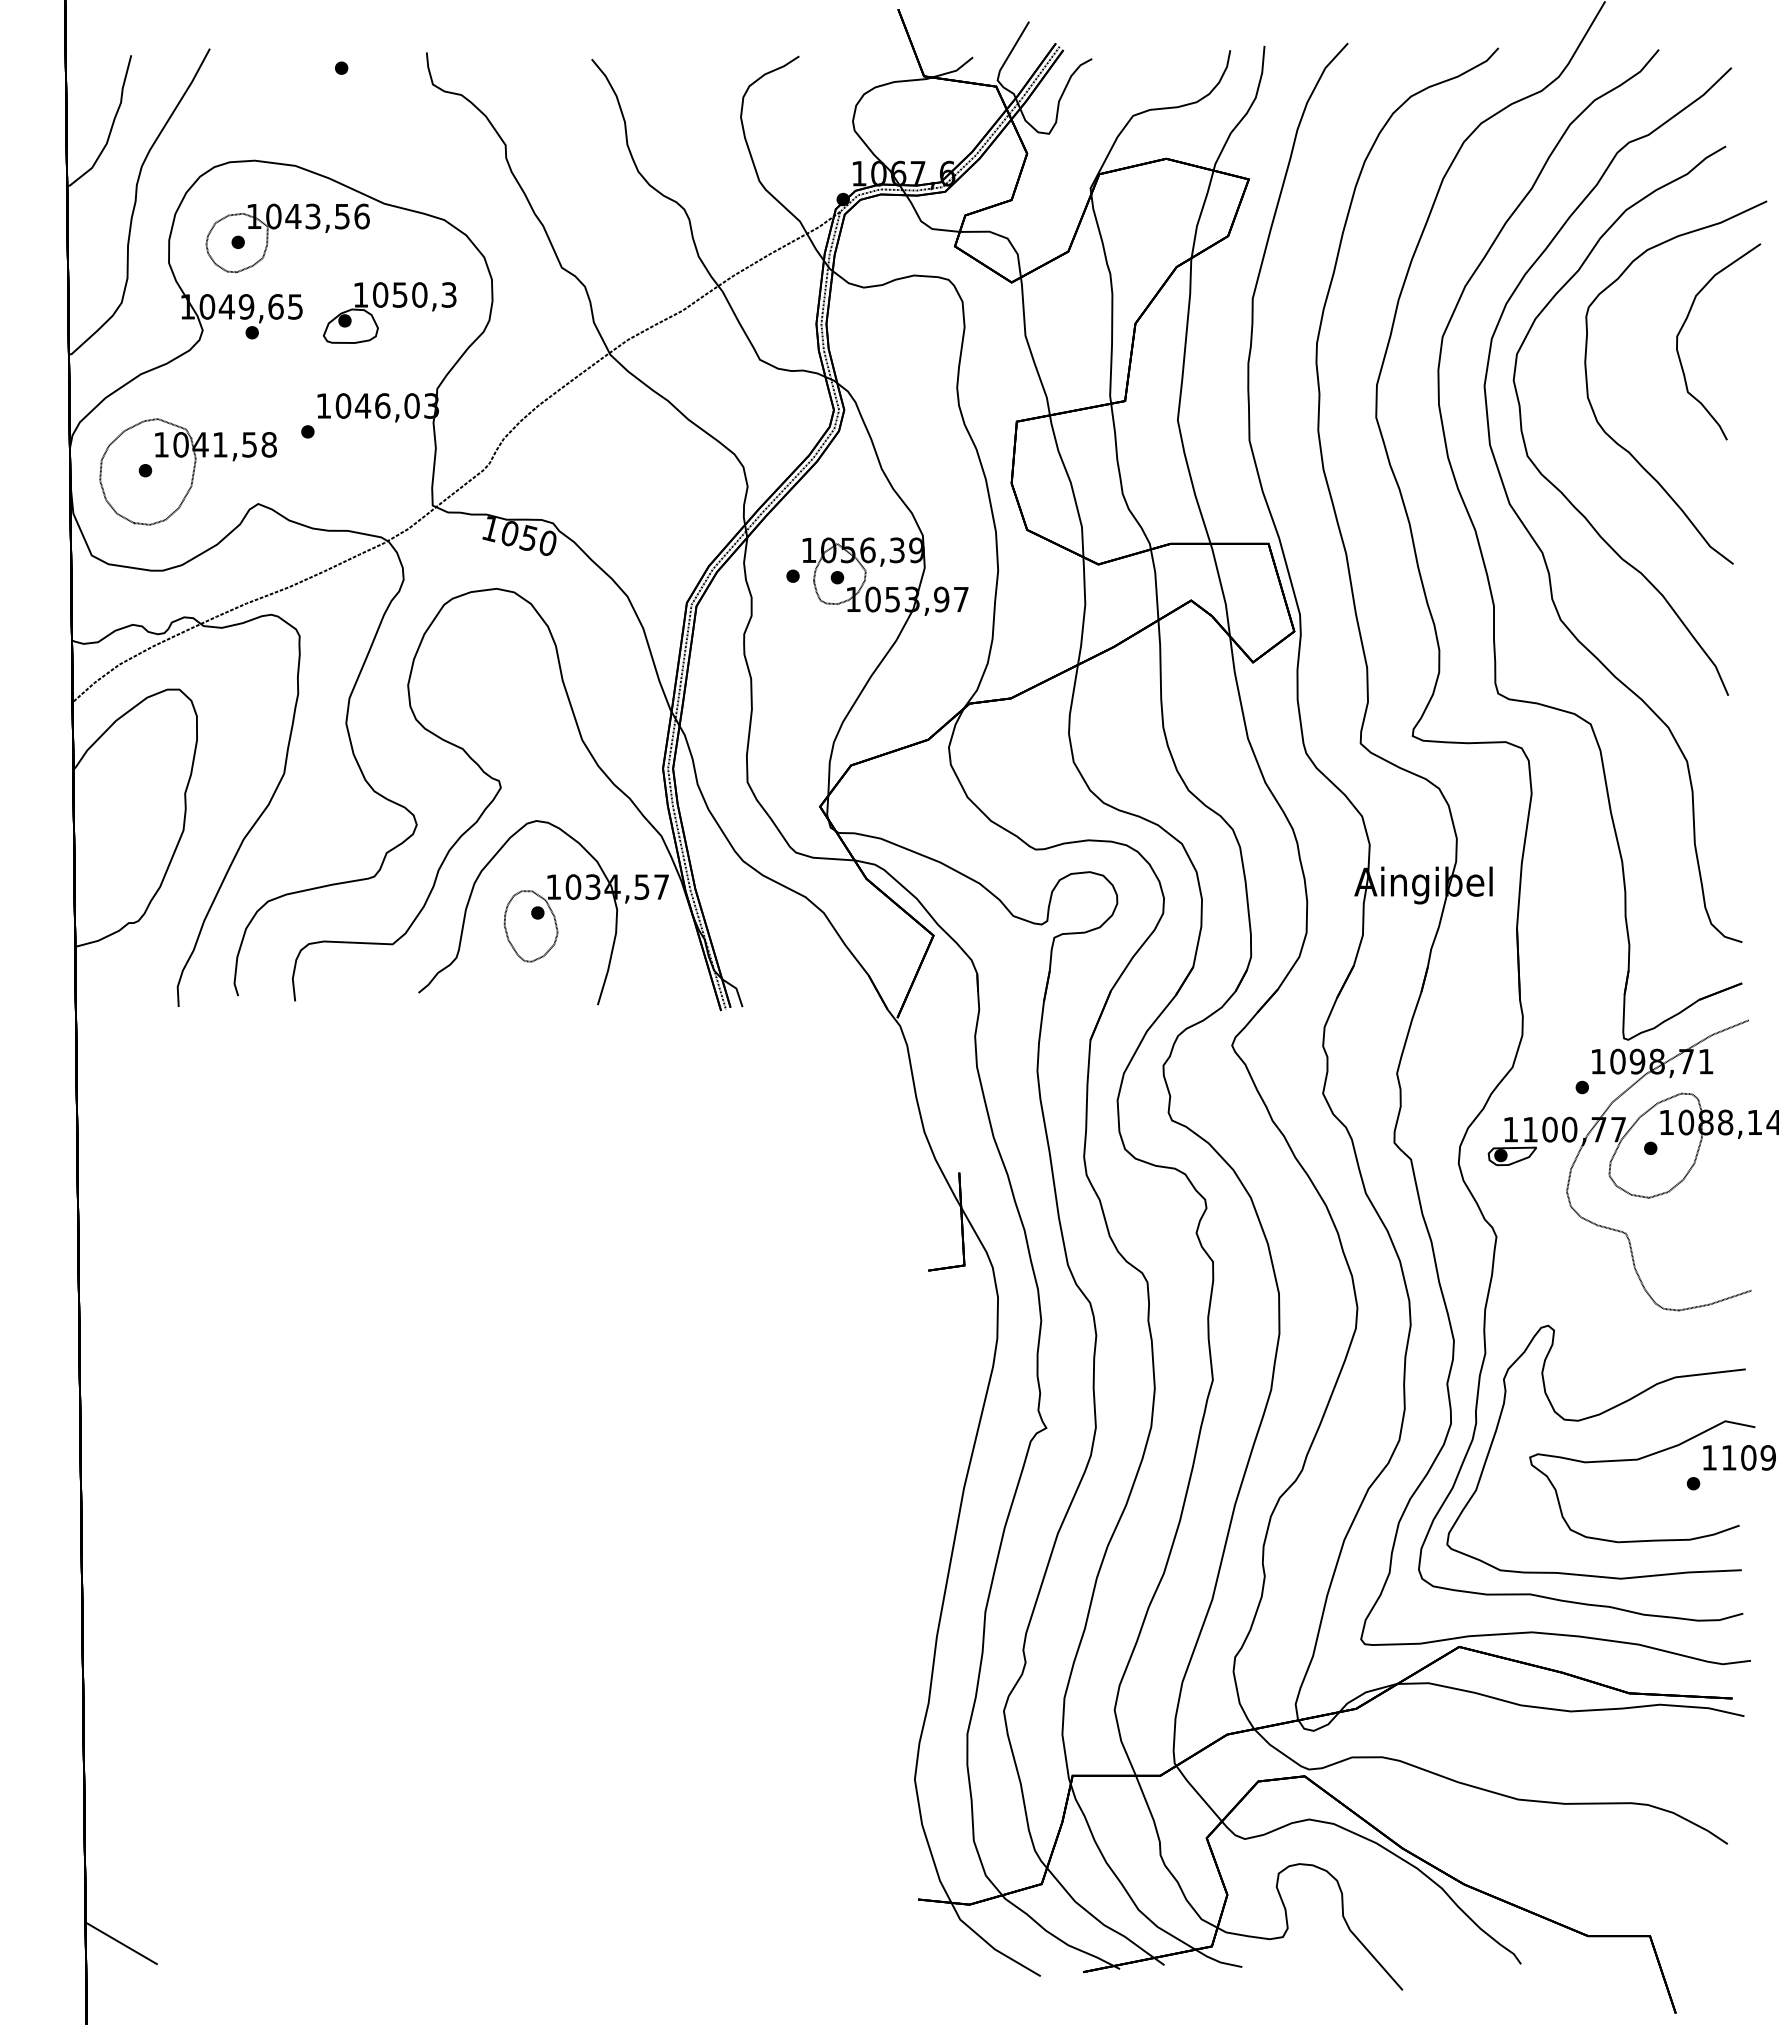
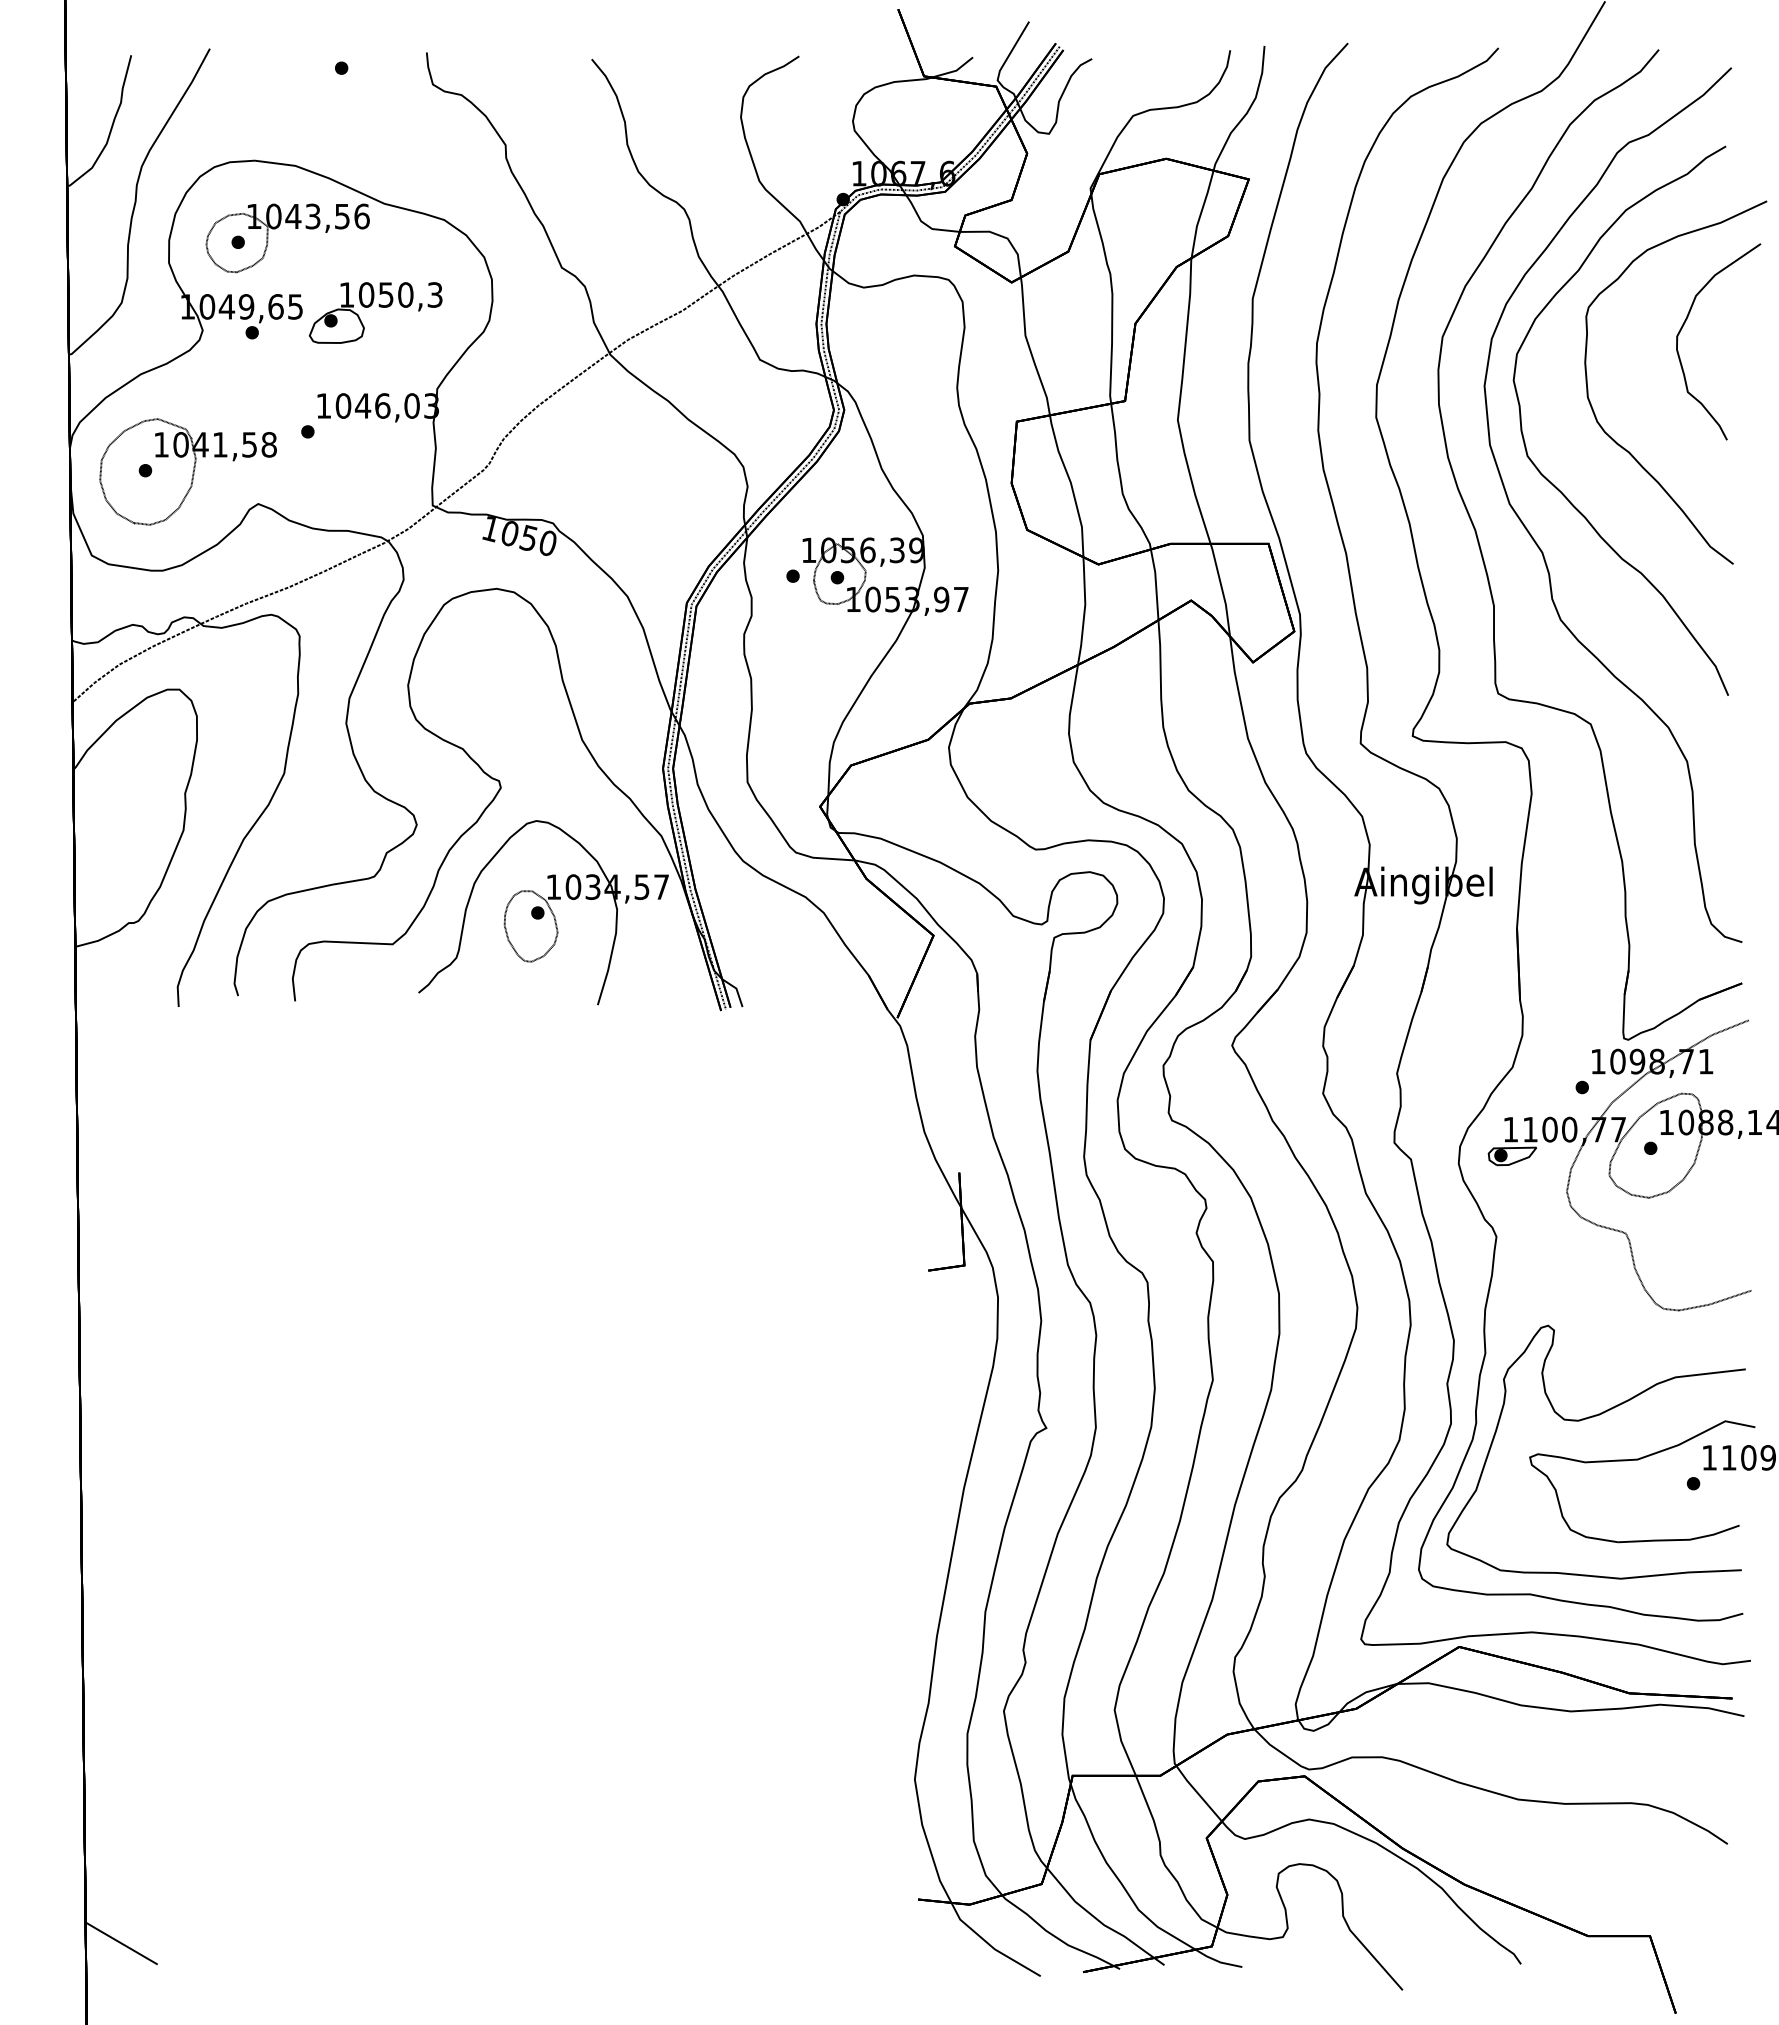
part at (393, 307) position: (393, 307) -> (379, 307)
